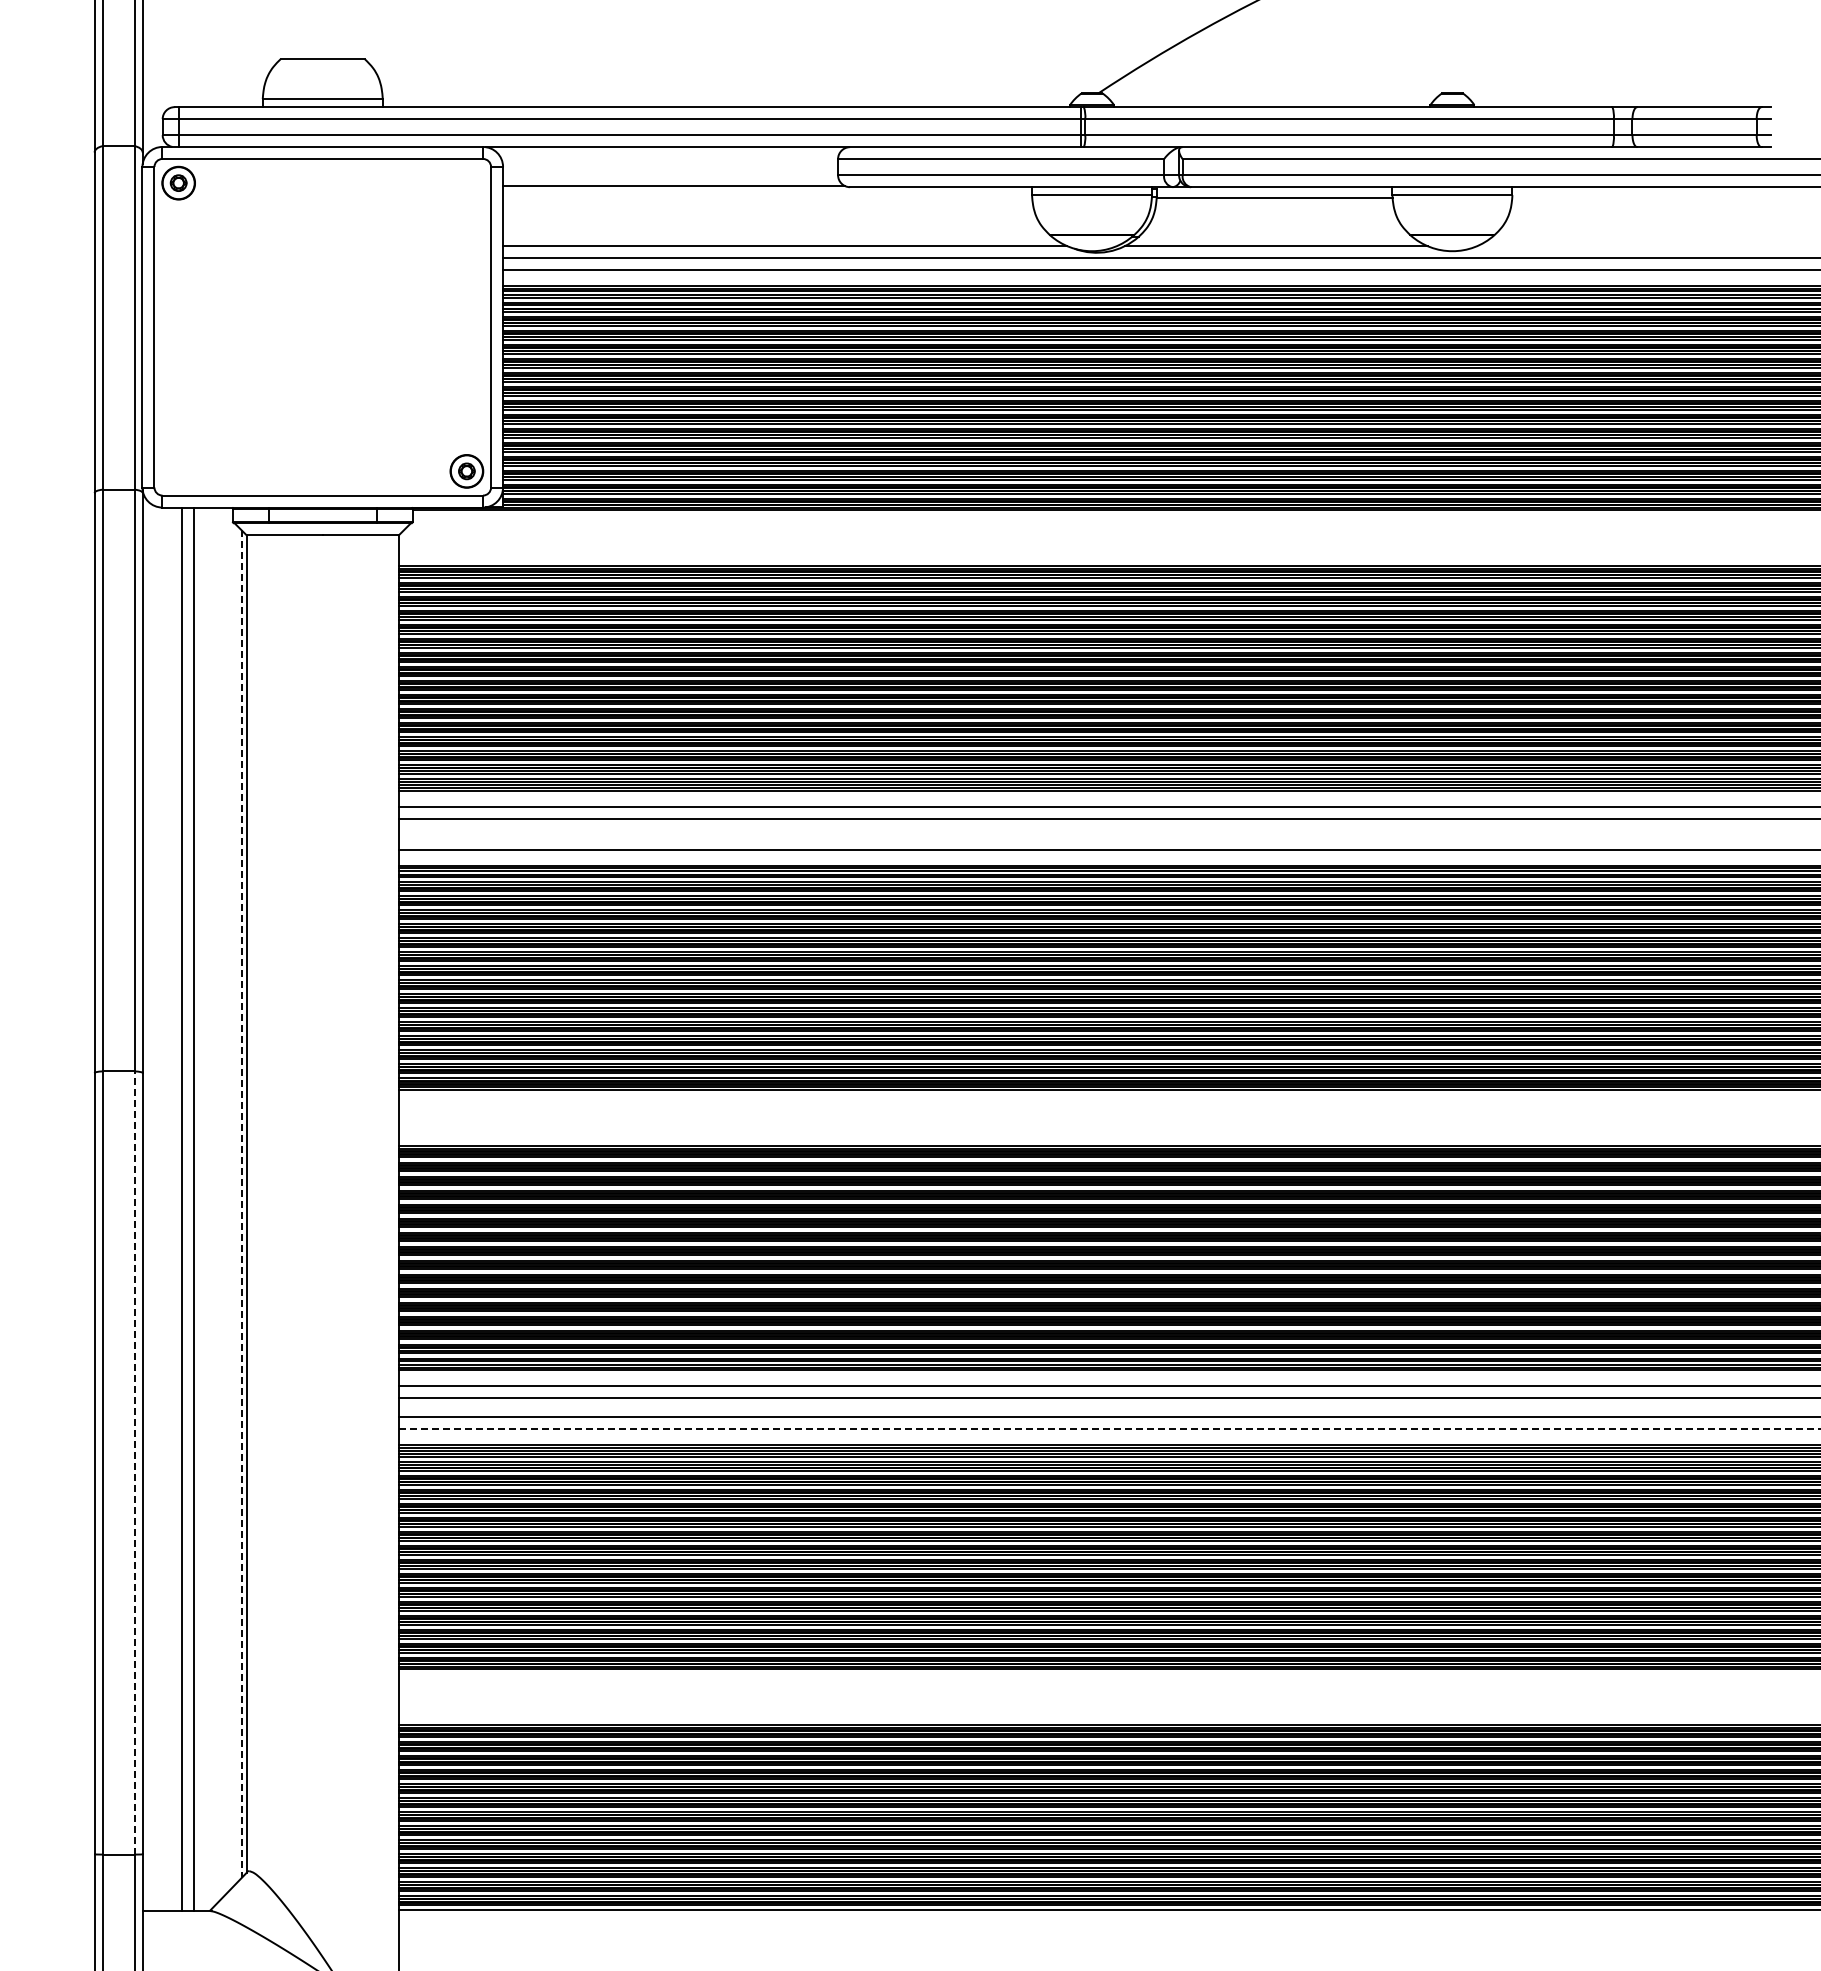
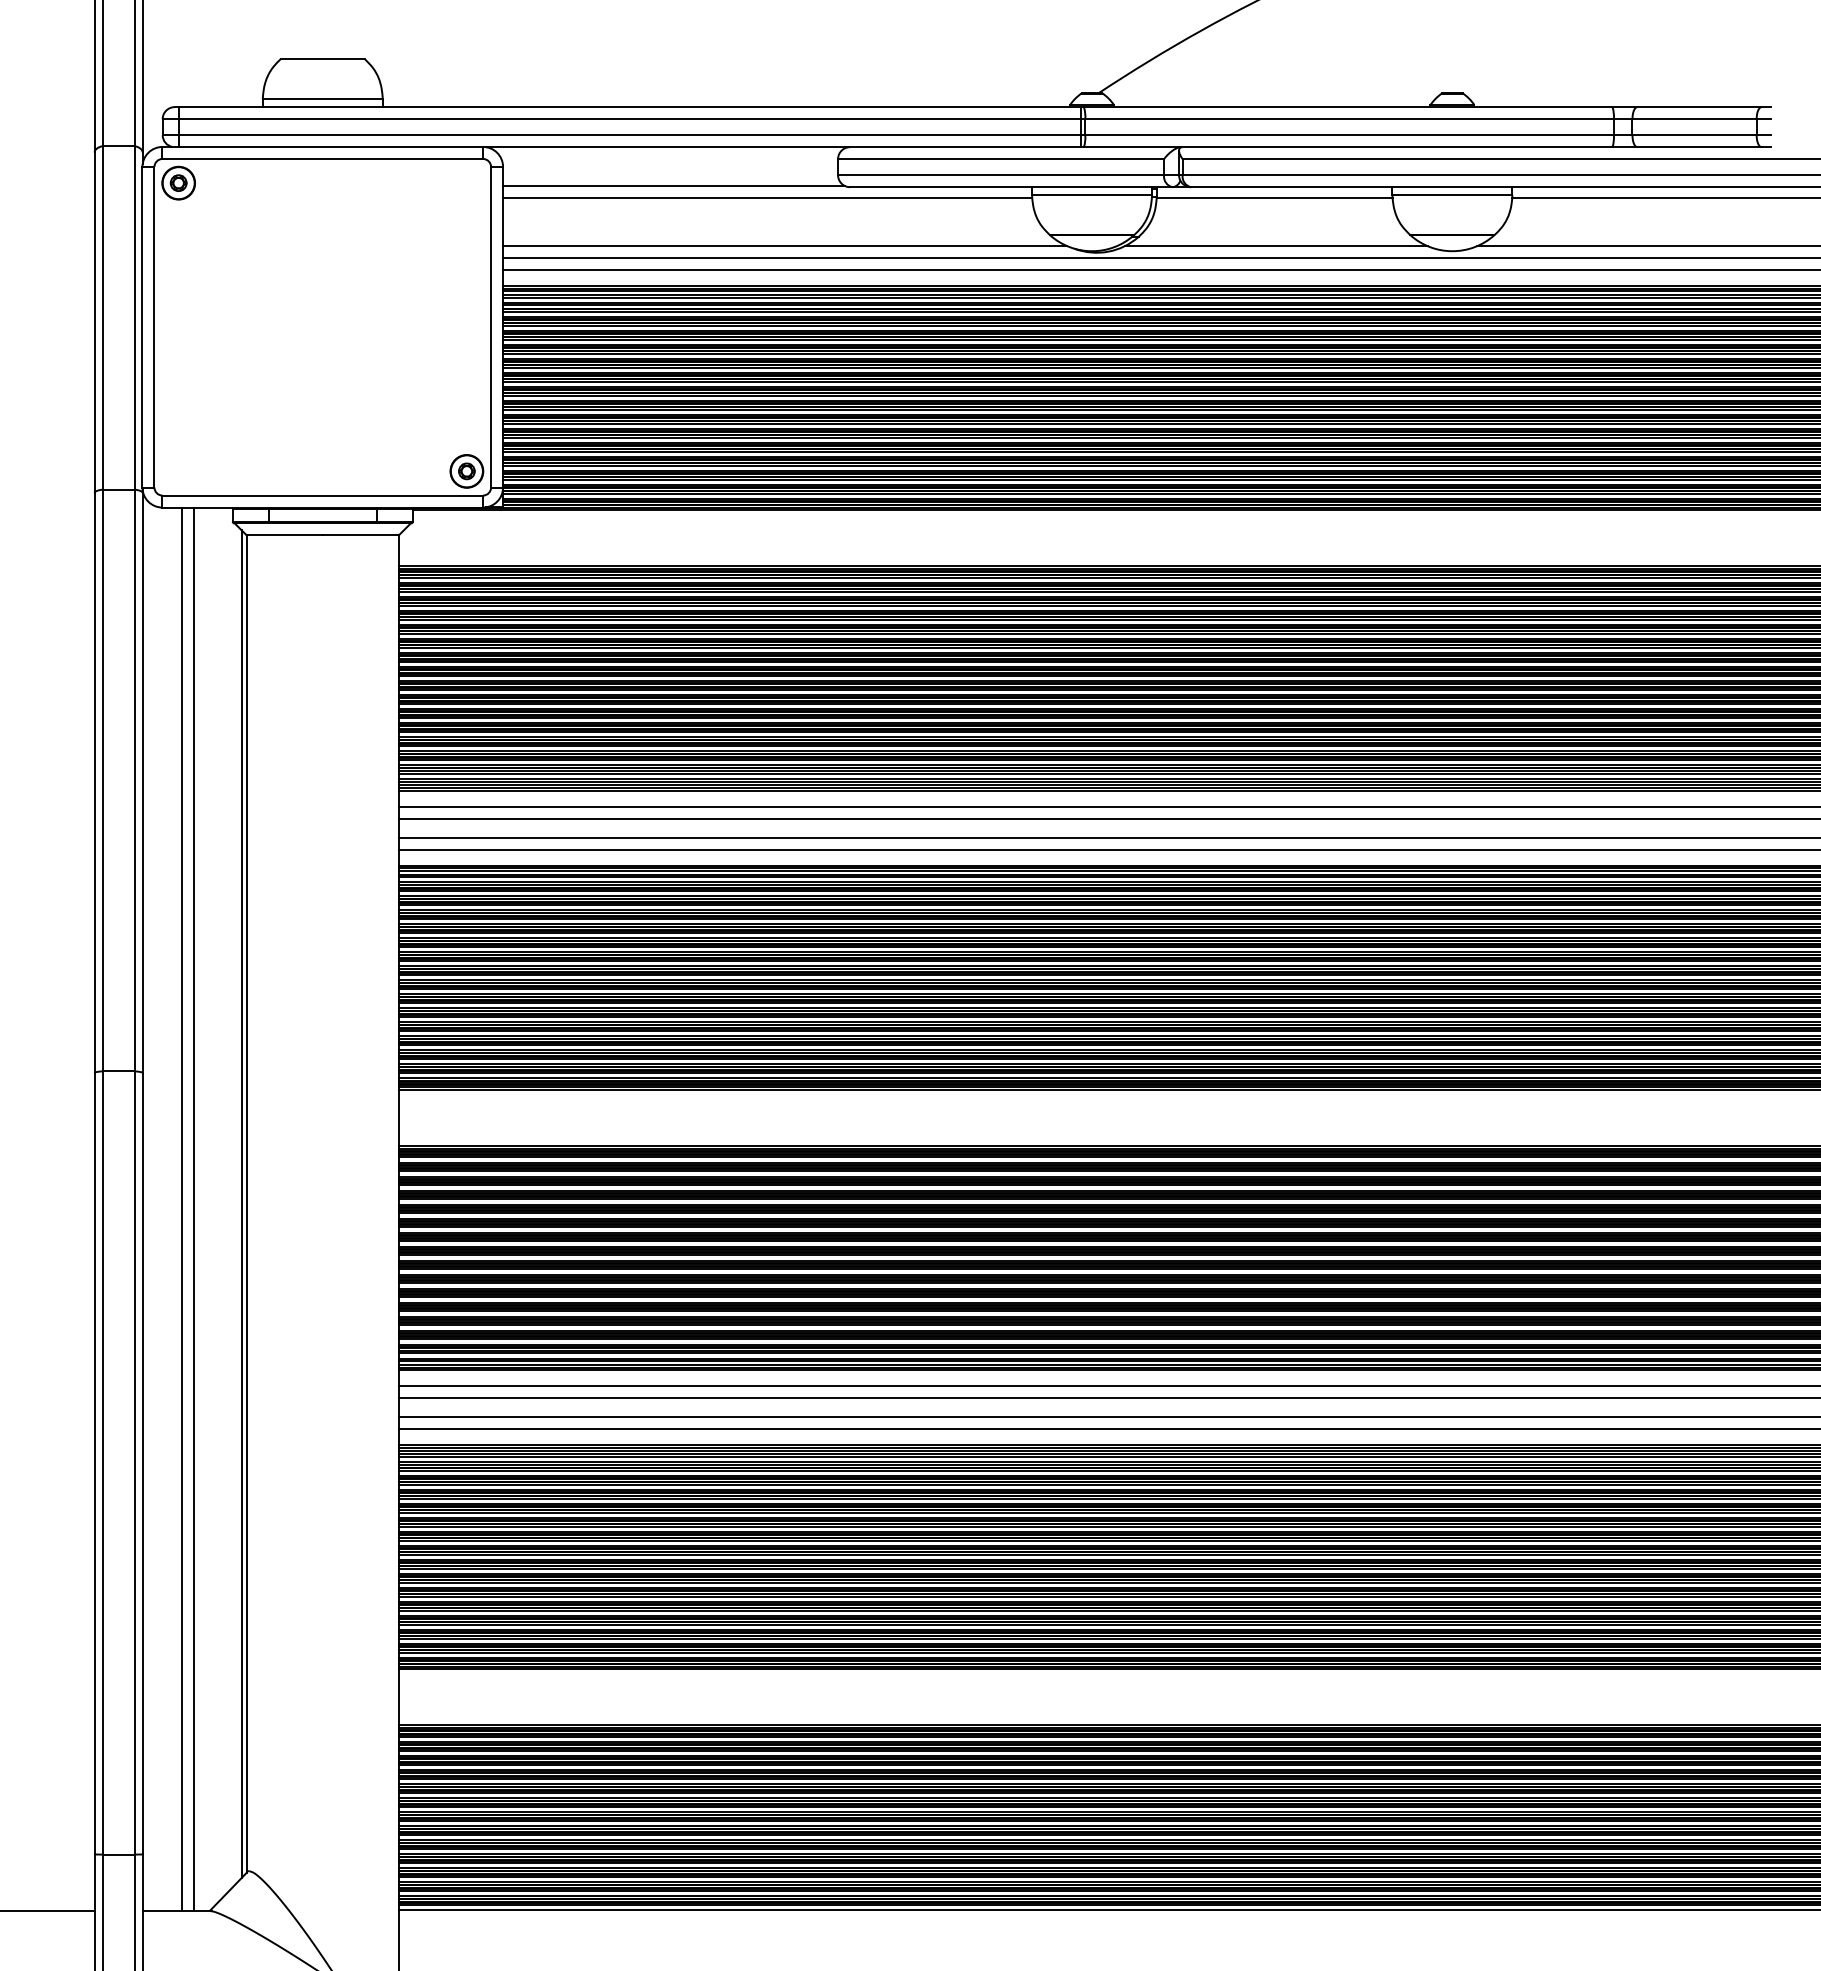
line at (767, 198): none -> present
line at (1664, 198): none -> present
line at (1647, 246): none -> present
line at (1107, 837): none -> present
line at (241, 1204): dashed -> solid
line at (1109, 1429): dashed -> solid
line at (134, 1462): dashed -> solid
line at (48, 1911): none -> present
